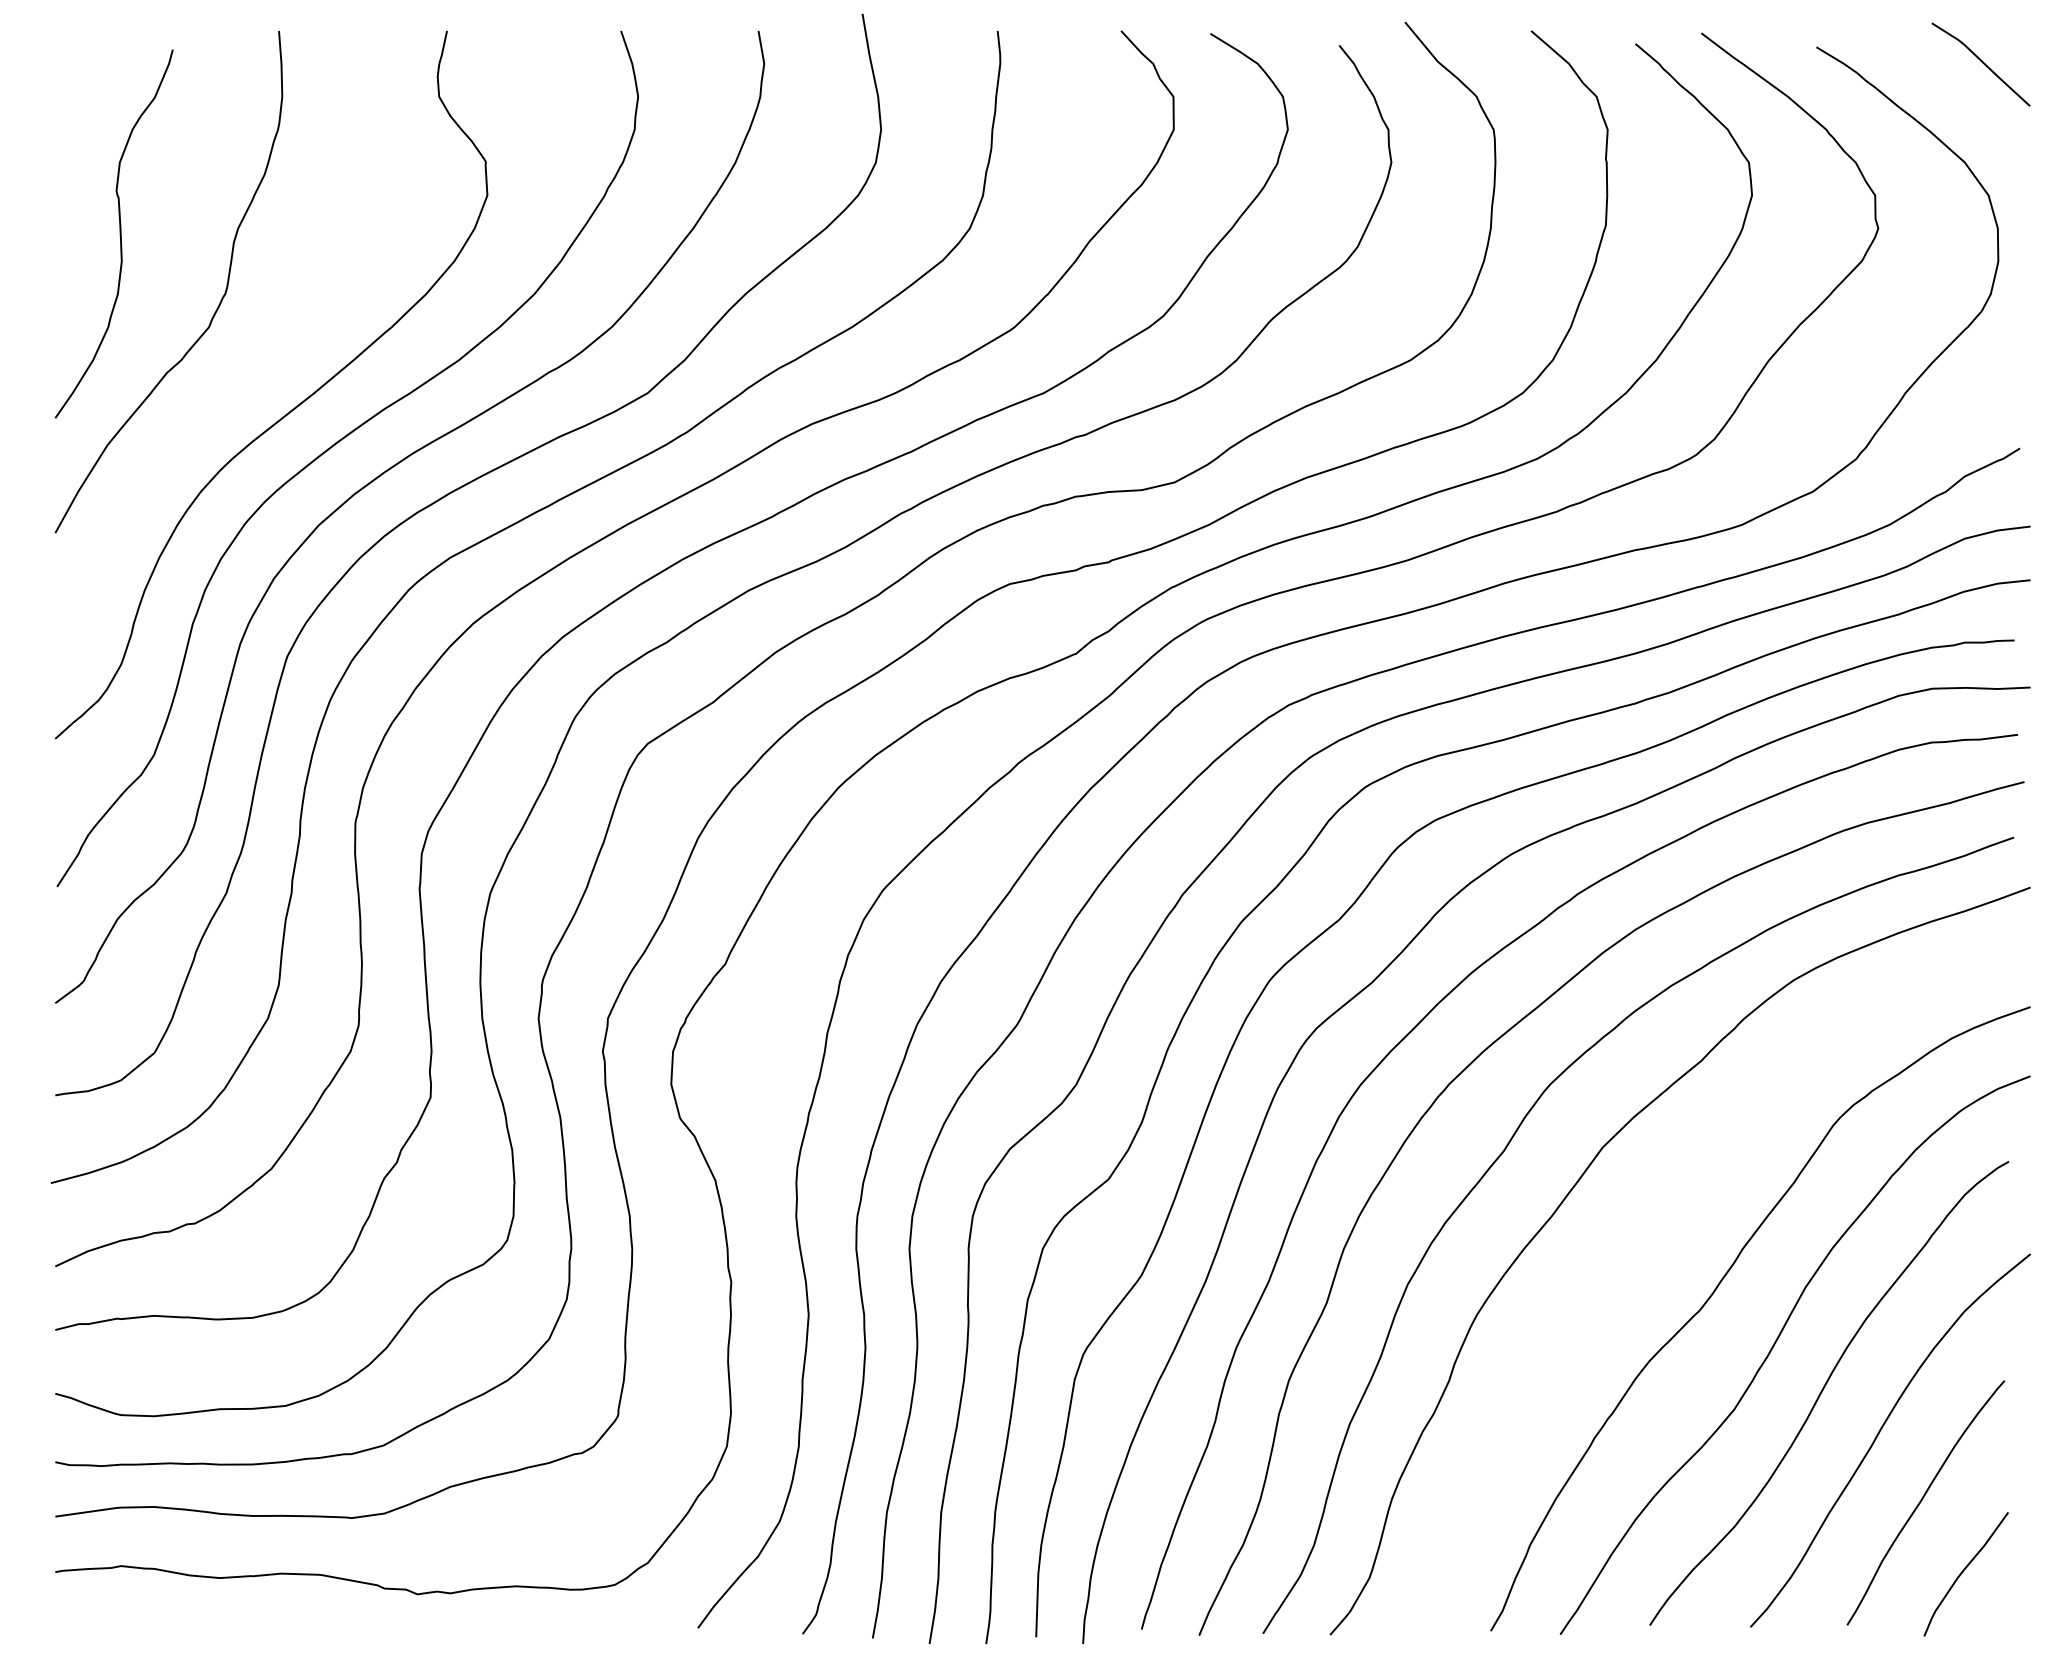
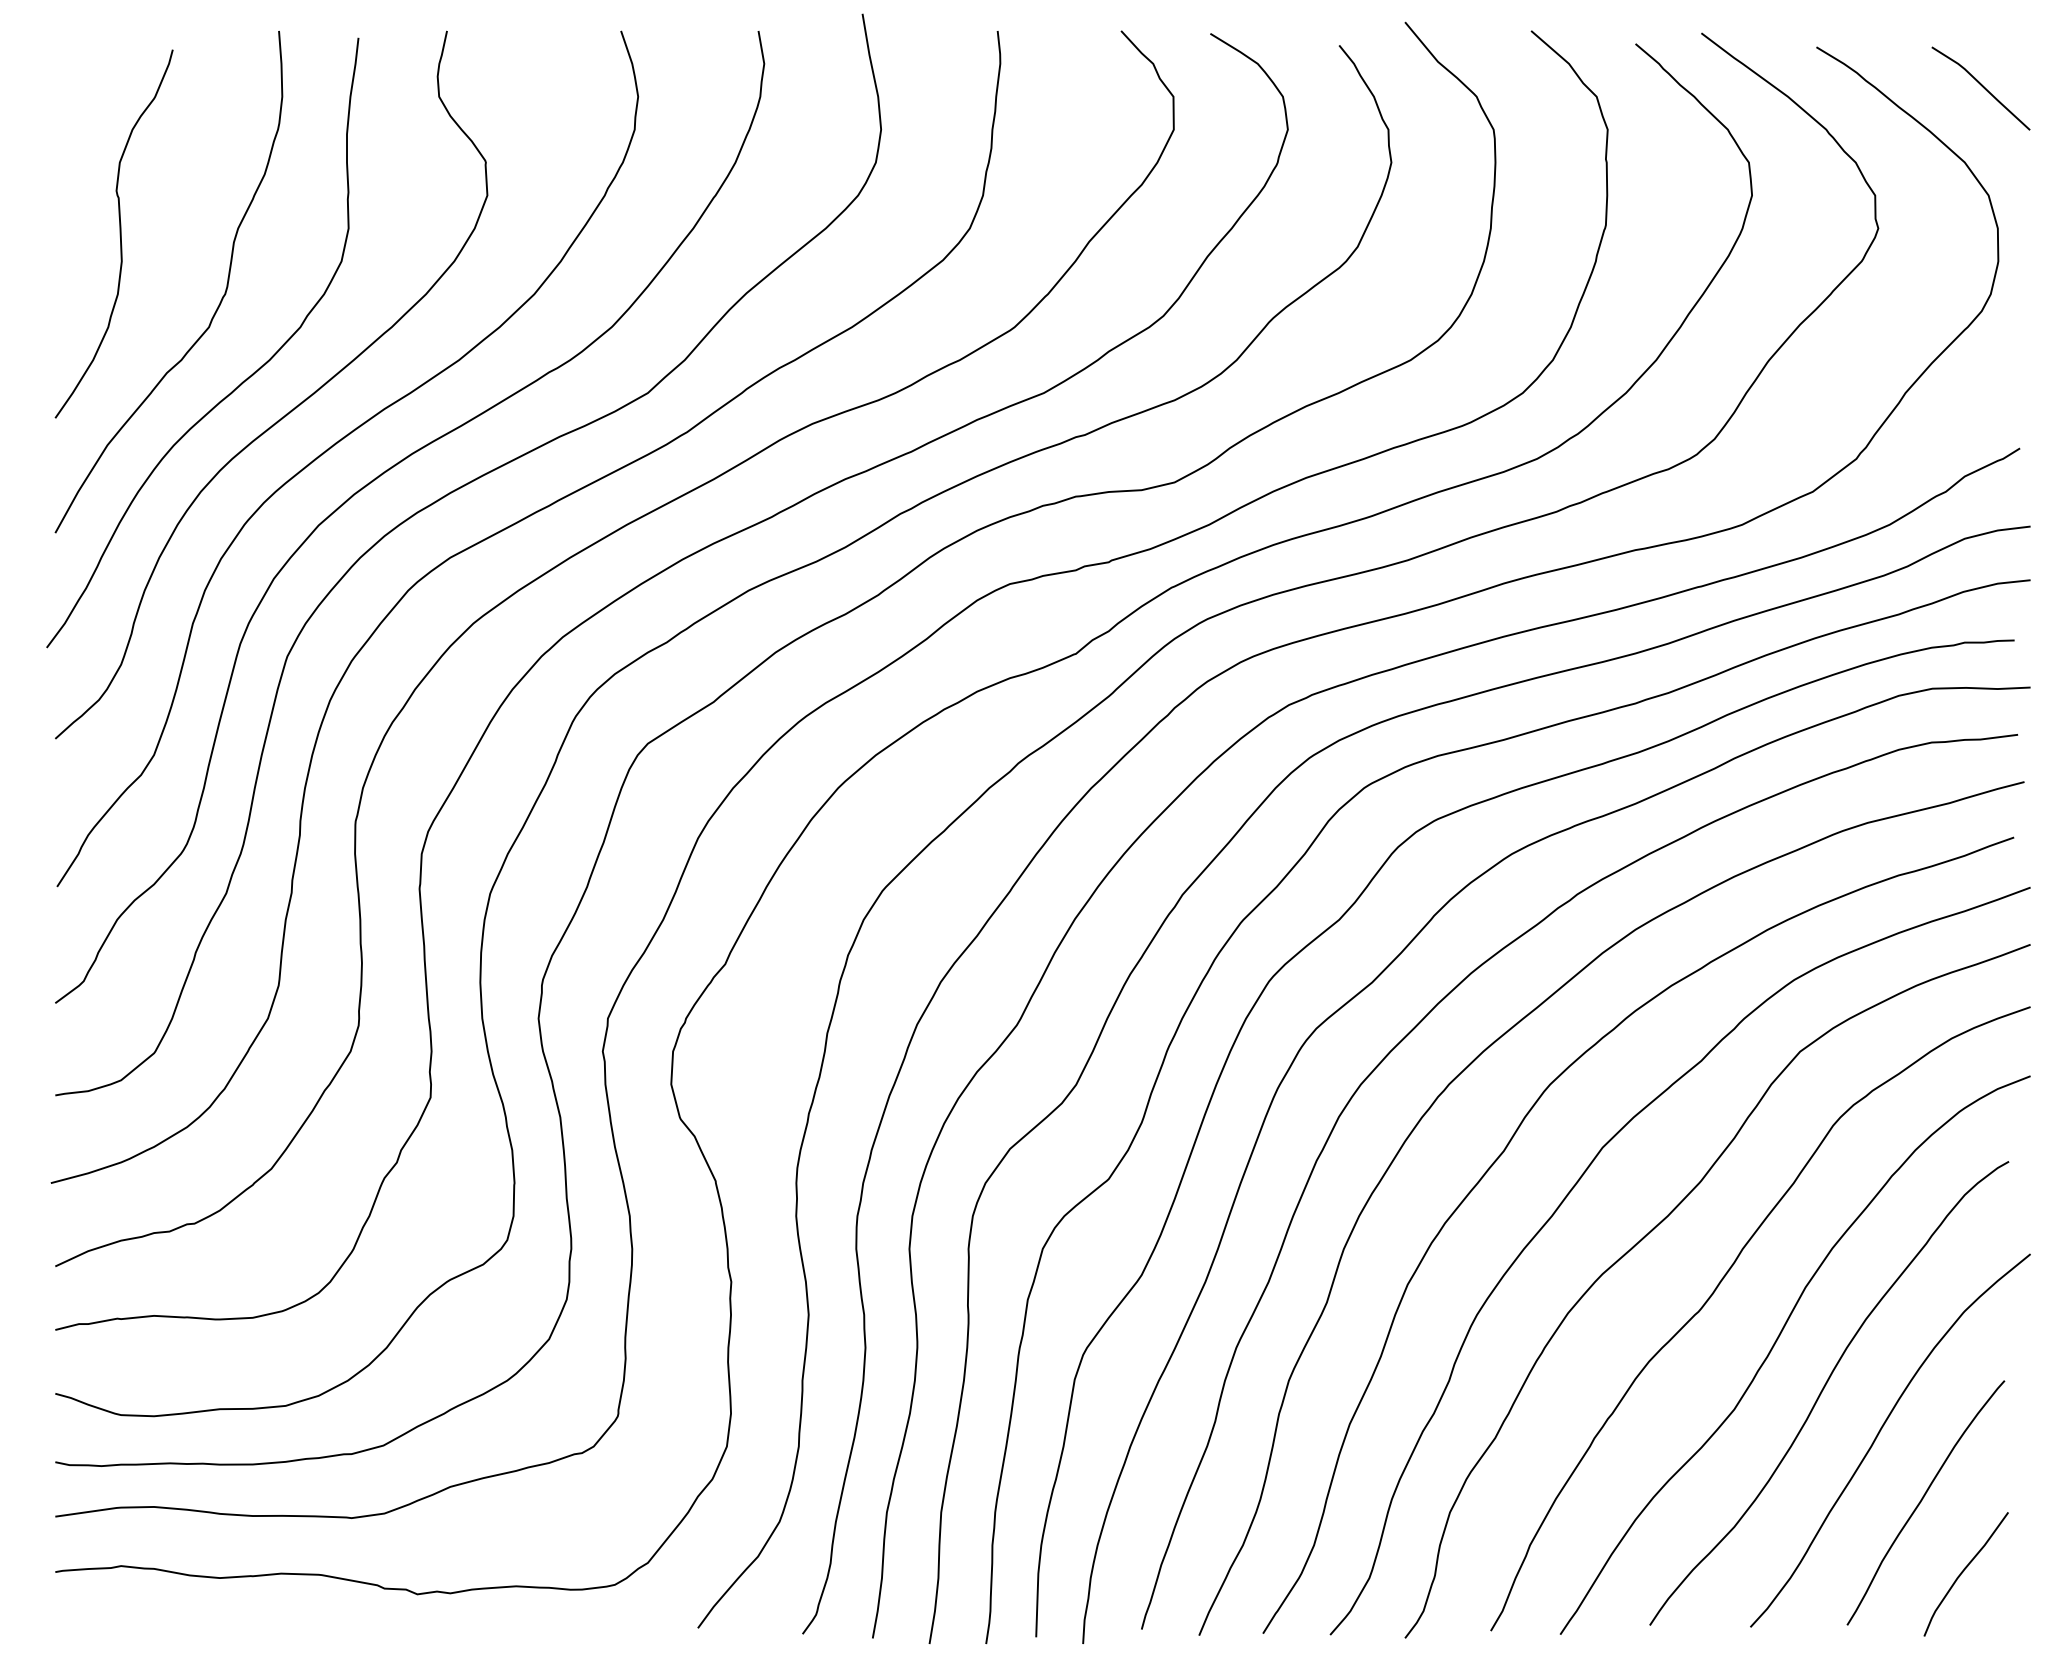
line at (1981, 62) position: (1981, 62) -> (1981, 86)
curve at (242, 381): none -> present
curve at (1661, 1223): none -> present
